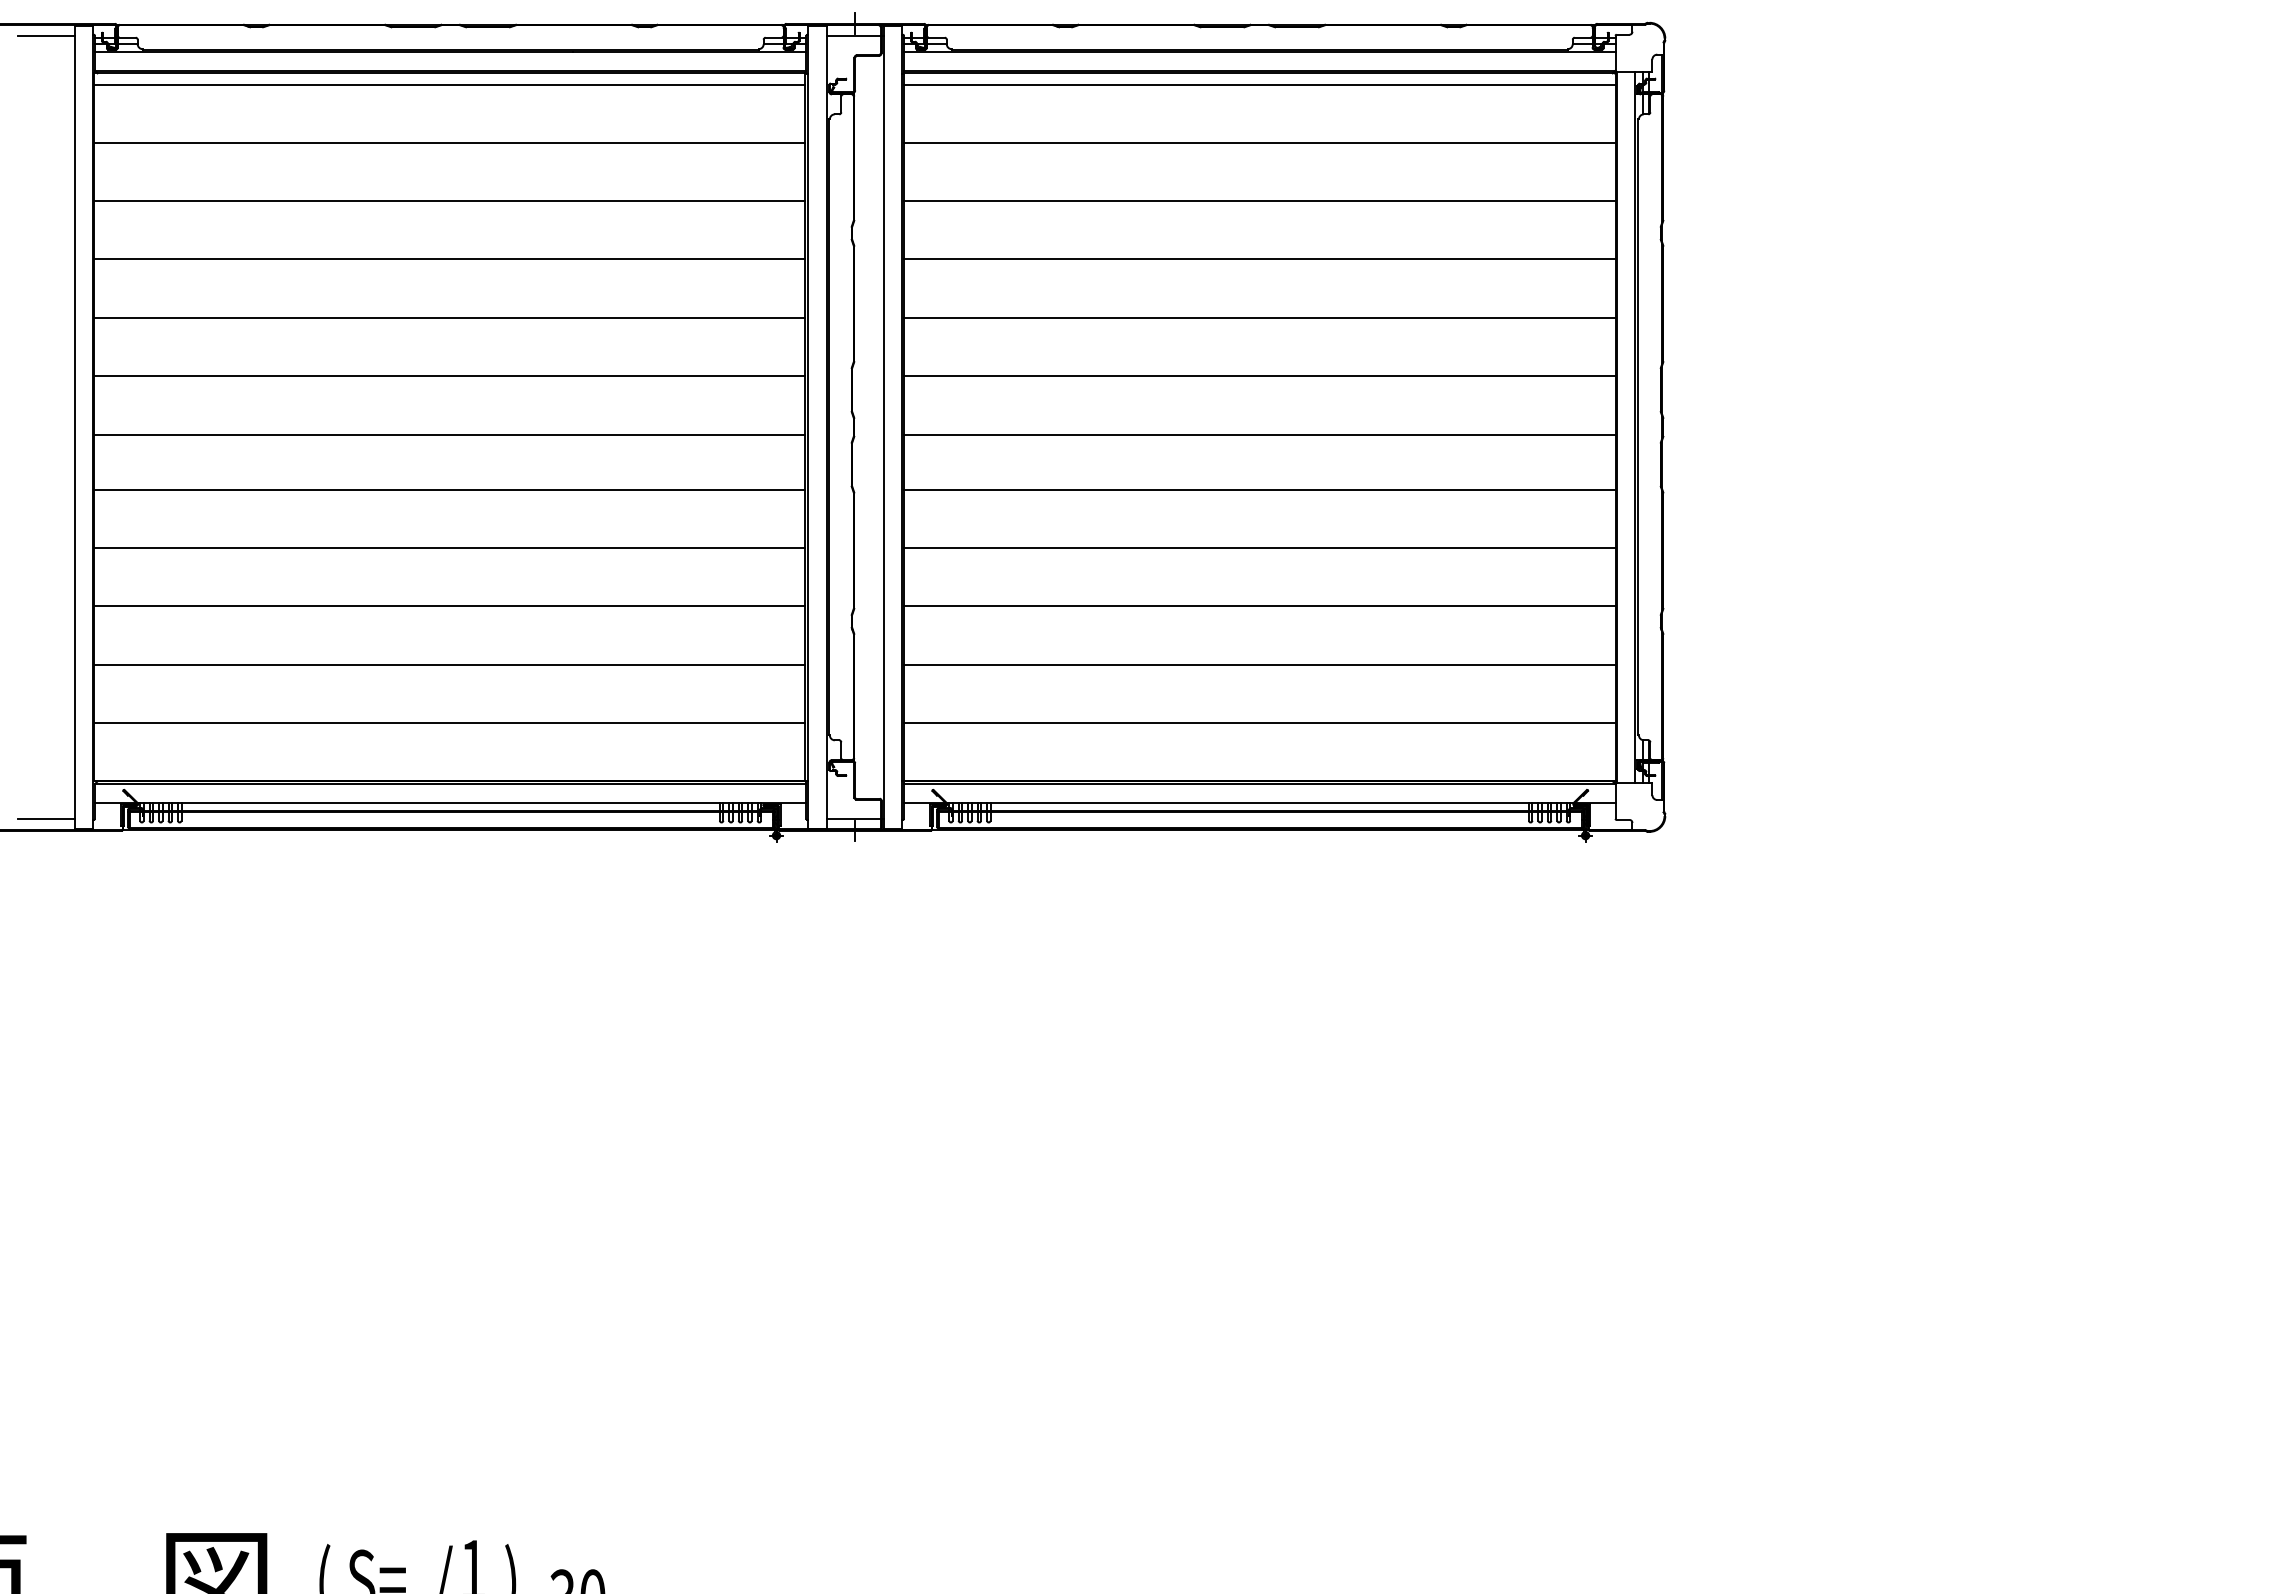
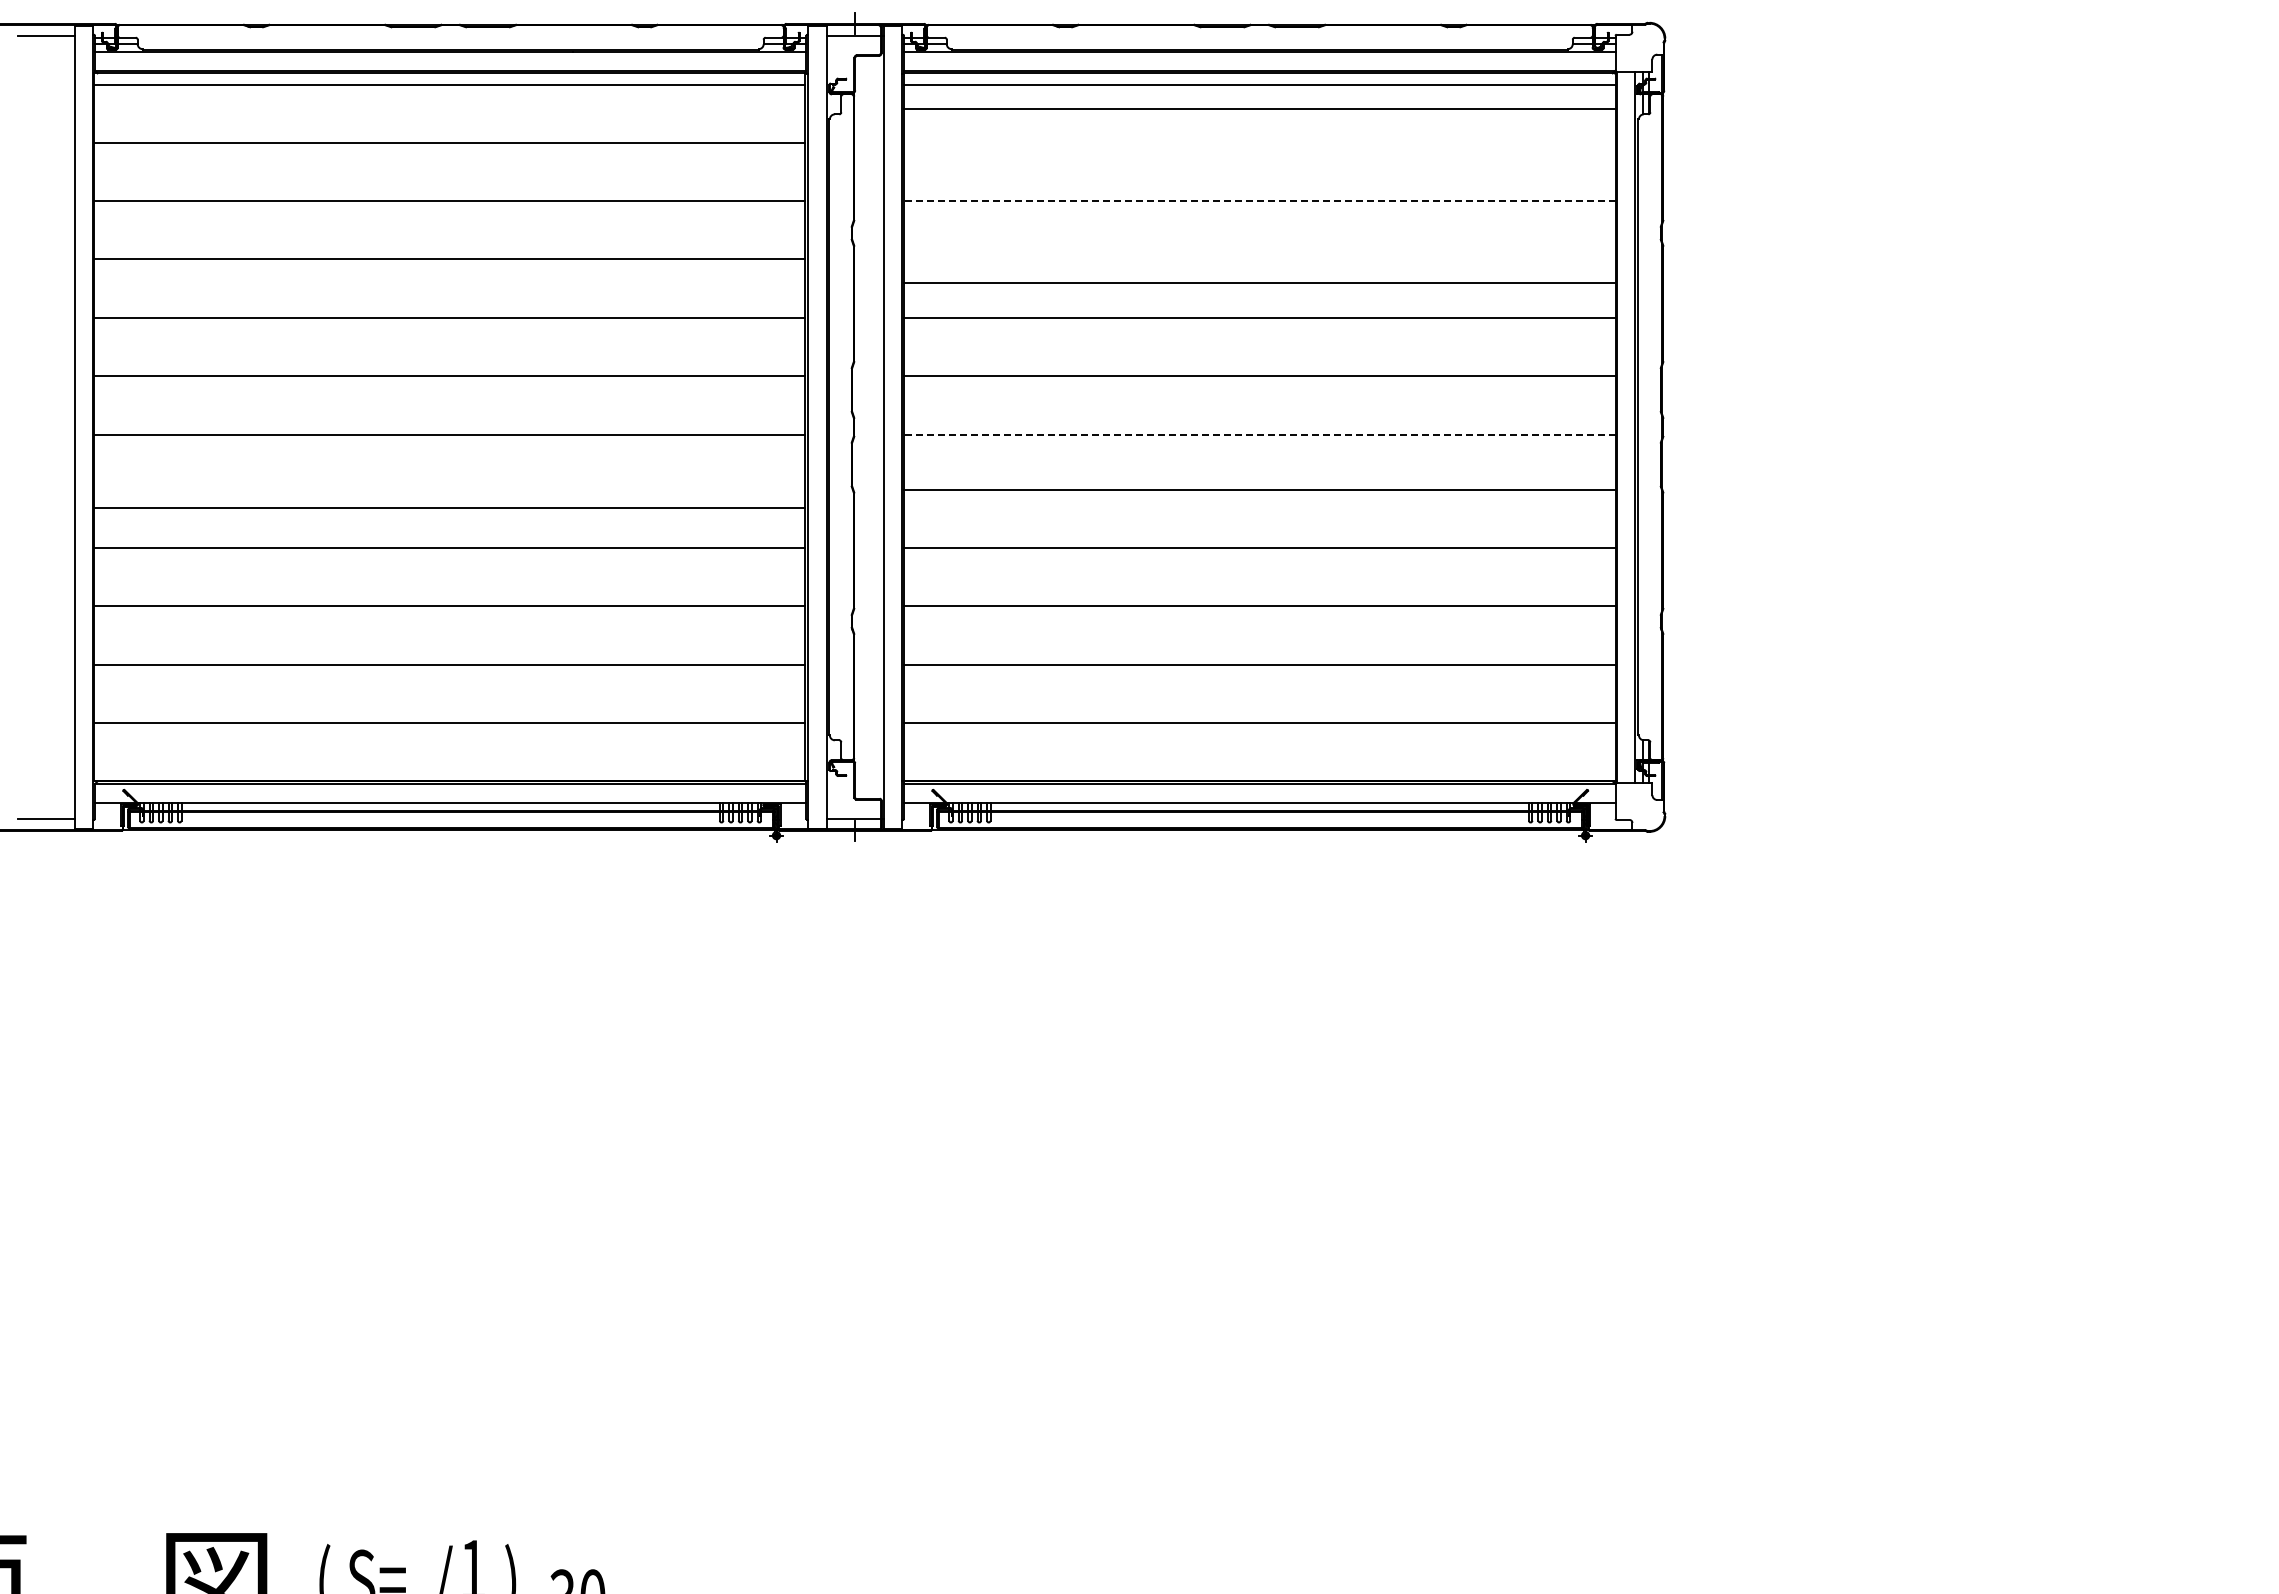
line at (1259, 143) position: (1259, 143) -> (1259, 109)
line at (1259, 201): solid -> dashed
line at (1259, 259) position: (1259, 259) -> (1259, 283)
line at (1259, 434): solid -> dashed
line at (449, 489) position: (449, 489) -> (449, 507)
